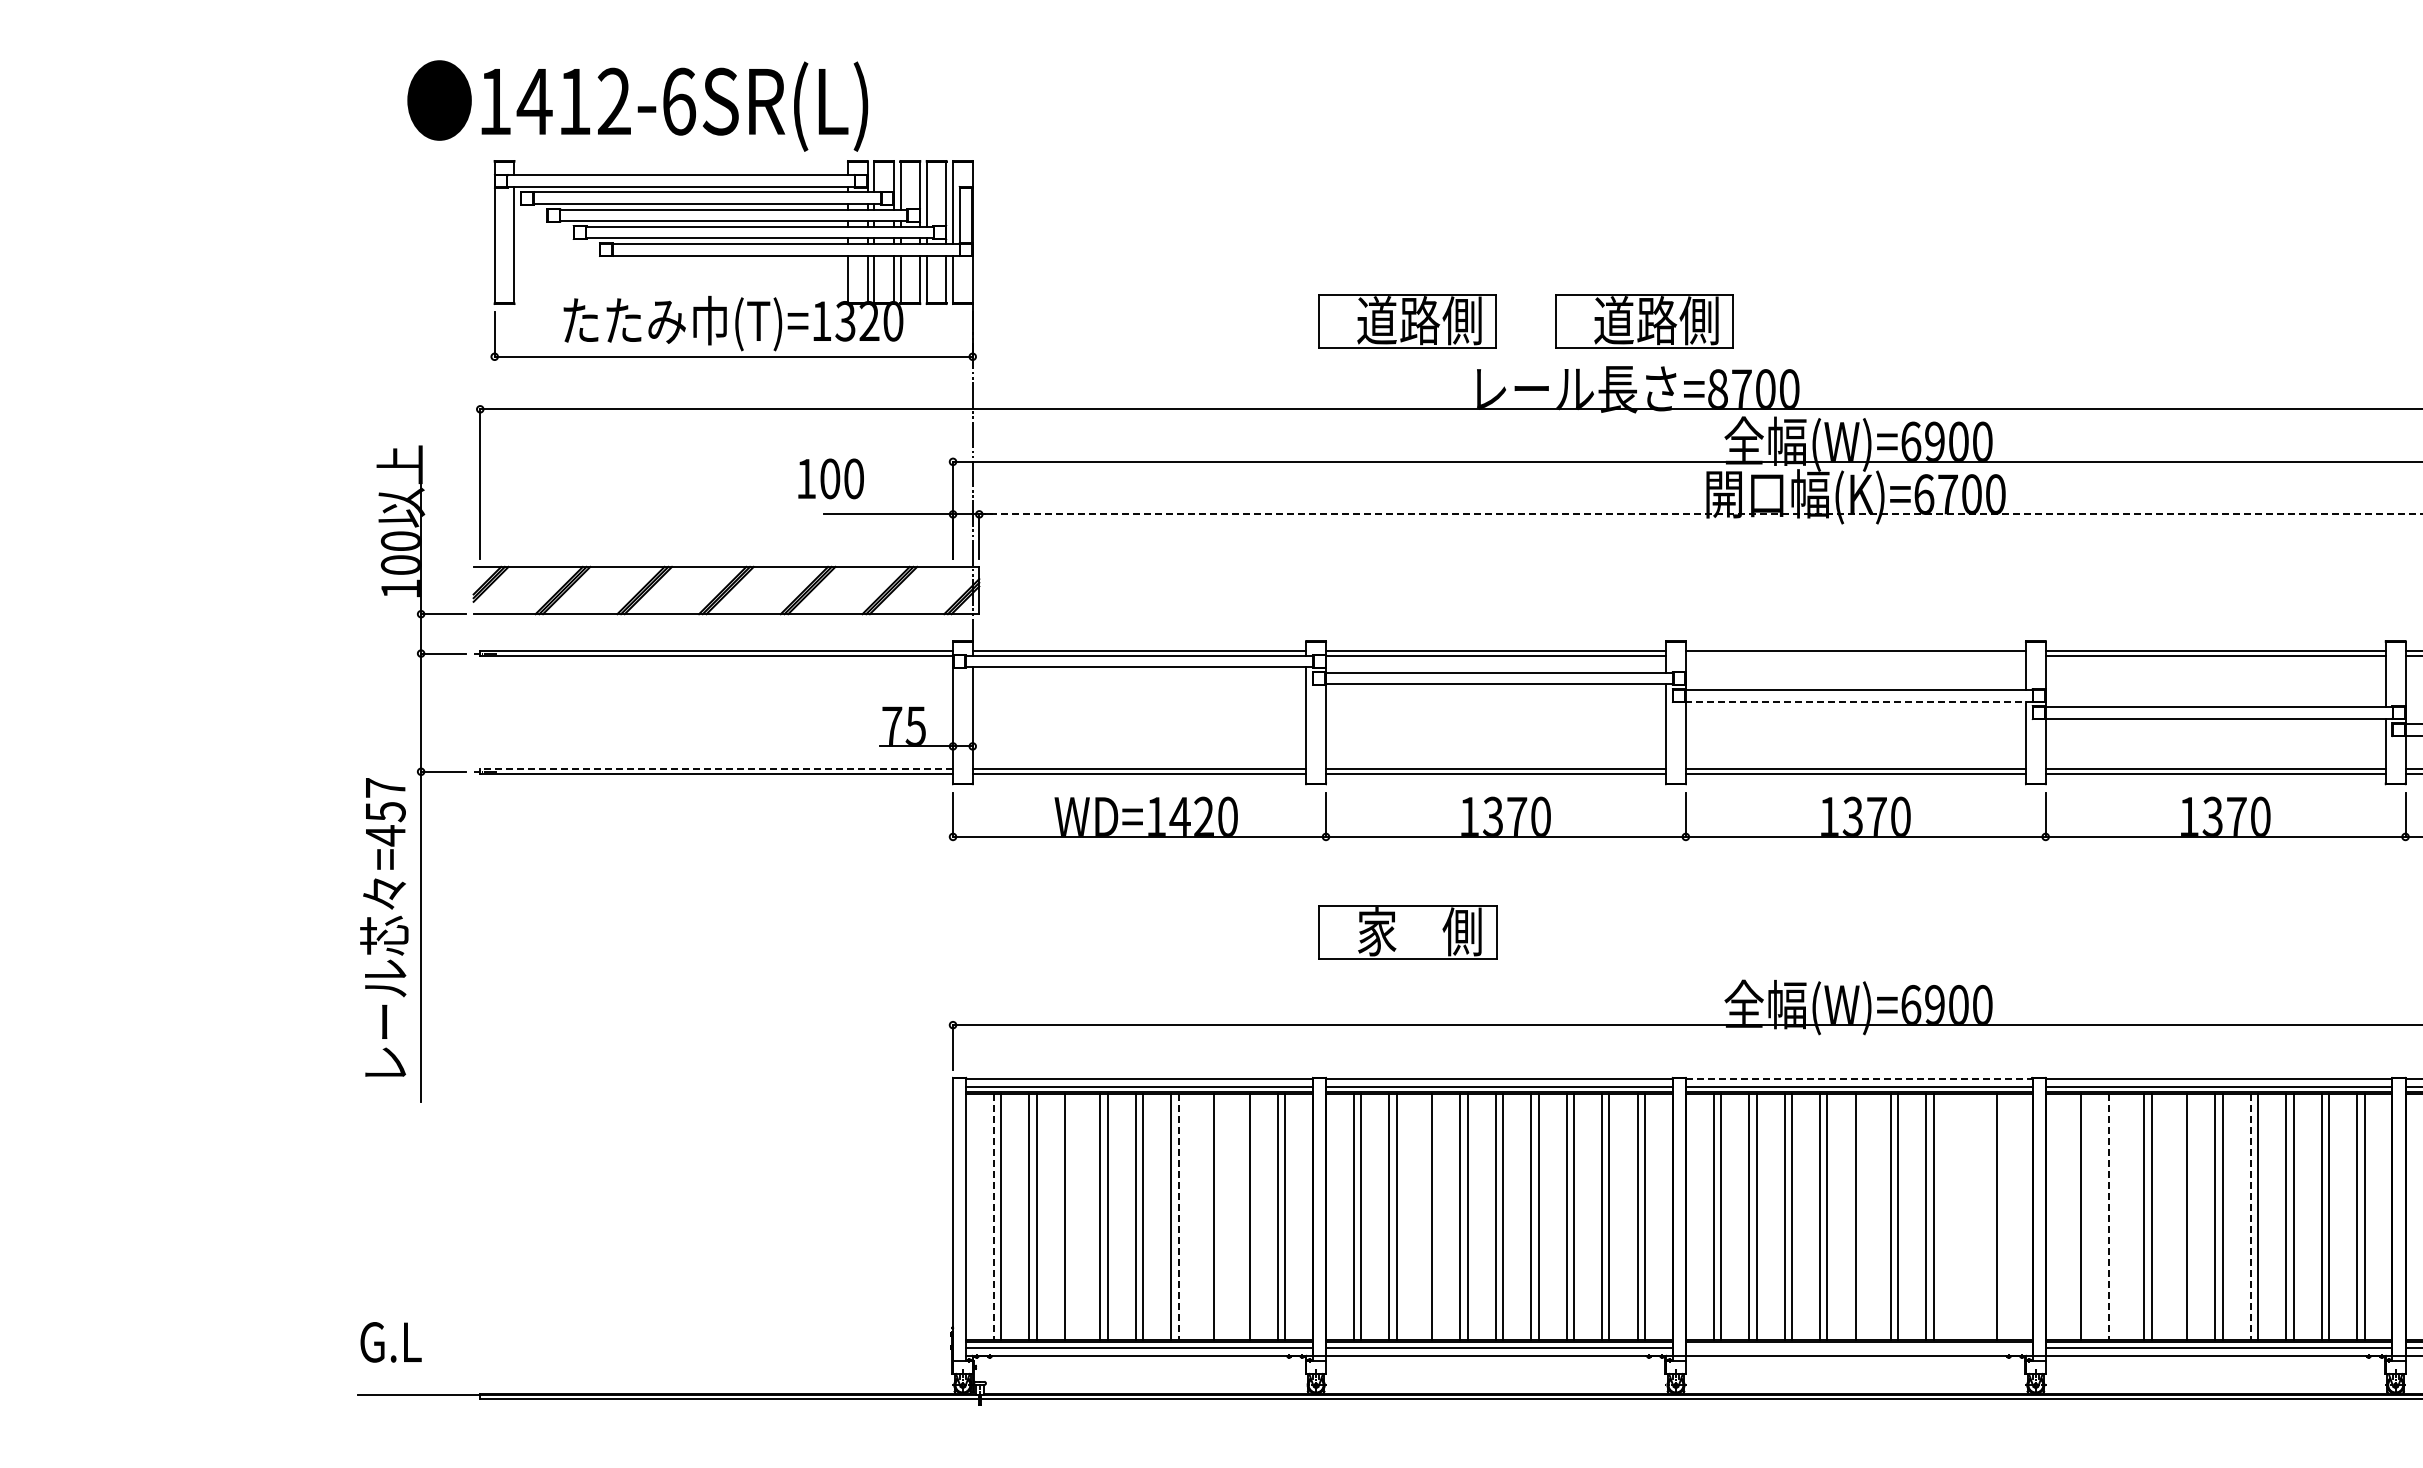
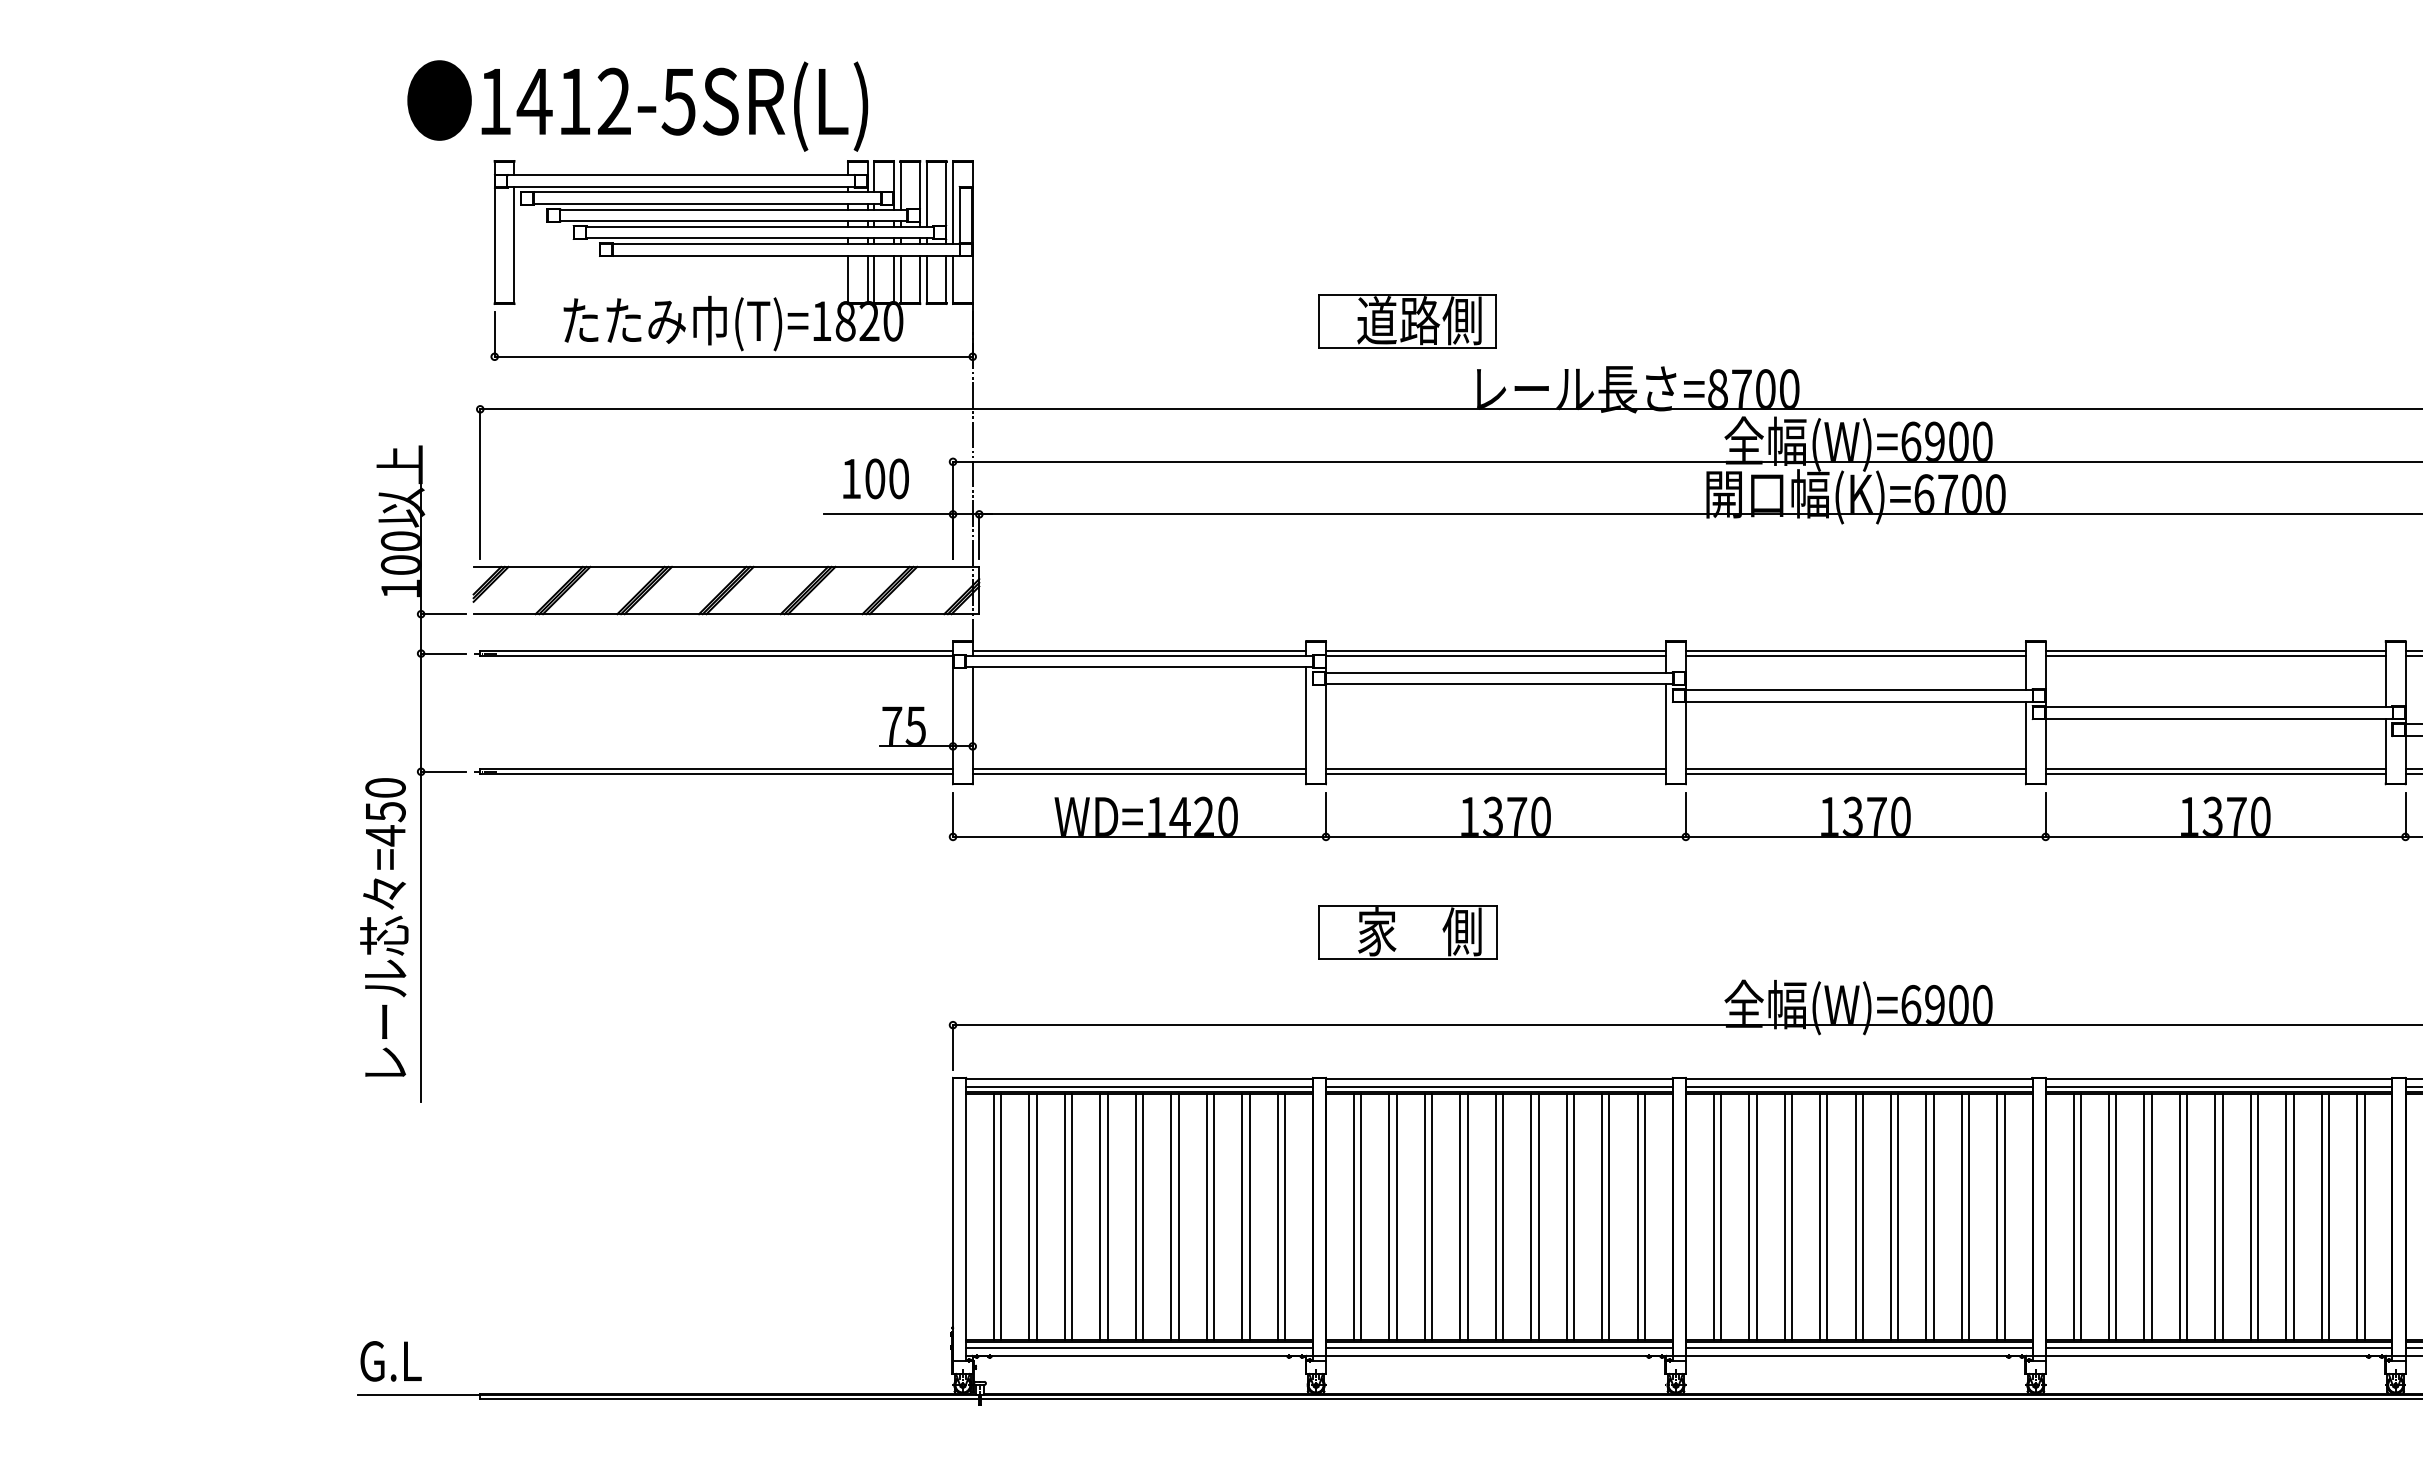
text at (678, 101): 1412-6SR(L) -> 1412-5SR(L)
text at (845, 321): (T)=1320 -> (T)=1820
part at (1644, 321): present -> none
text at (830, 478) position: (830, 478) -> (875, 478)
line at (1701, 514): dashed -> solid
line at (1855, 655): none -> present
line at (1859, 701): dashed -> solid
line at (716, 769): dashed -> solid
text at (385, 787): =457 -> =450
line at (1859, 1078): dashed -> solid
line at (1072, 1216): none -> present
line at (1206, 1216): none -> present
line at (1242, 1216): none -> present
line at (1424, 1216): none -> present
line at (1862, 1216): none -> present
line at (1961, 1216): none -> present
line at (1969, 1216): none -> present
line at (2004, 1216): none -> present
line at (2073, 1216): none -> present
line at (2116, 1216): none -> present
line at (2179, 1216): none -> present
line at (994, 1217): dashed -> solid
line at (1178, 1217): dashed -> solid
line at (2108, 1217): dashed -> solid
line at (2250, 1217): dashed -> solid
text at (390, 1342) position: (390, 1342) -> (390, 1361)
line at (1858, 1347): none -> present
